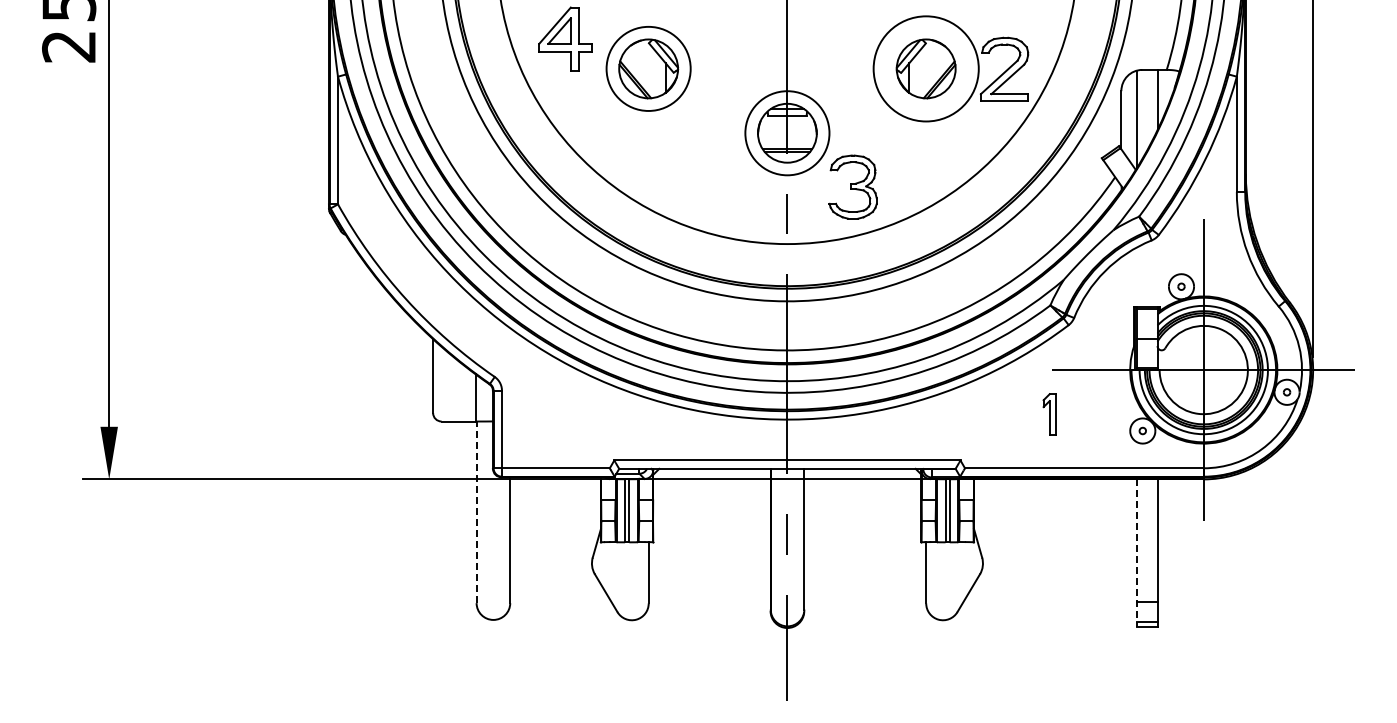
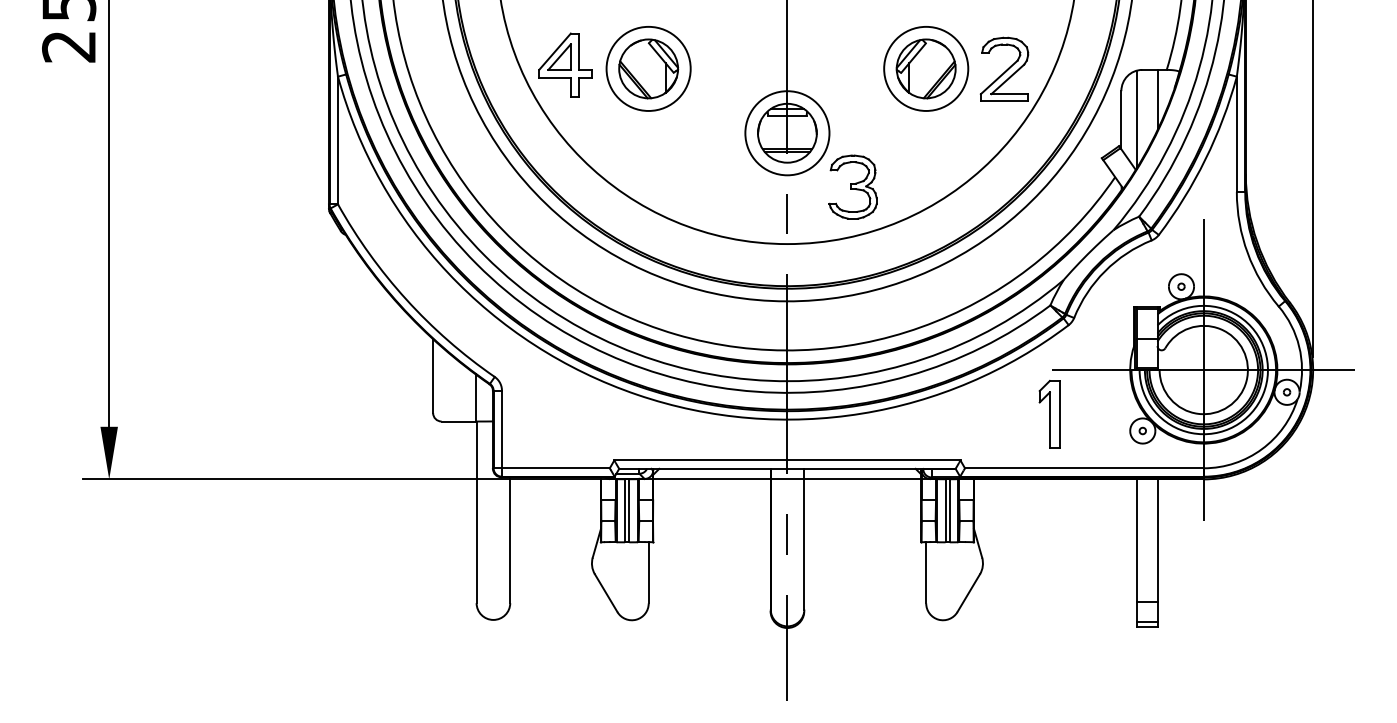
part at (565, 38) position: (565, 38) -> (565, 64)
circle at (925, 68) diameter: 105 px -> 84 px
part at (1049, 414) size: 15x43 px -> 23x70 px
line at (476, 512): dashed -> solid
line at (1136, 552): dashed -> solid
